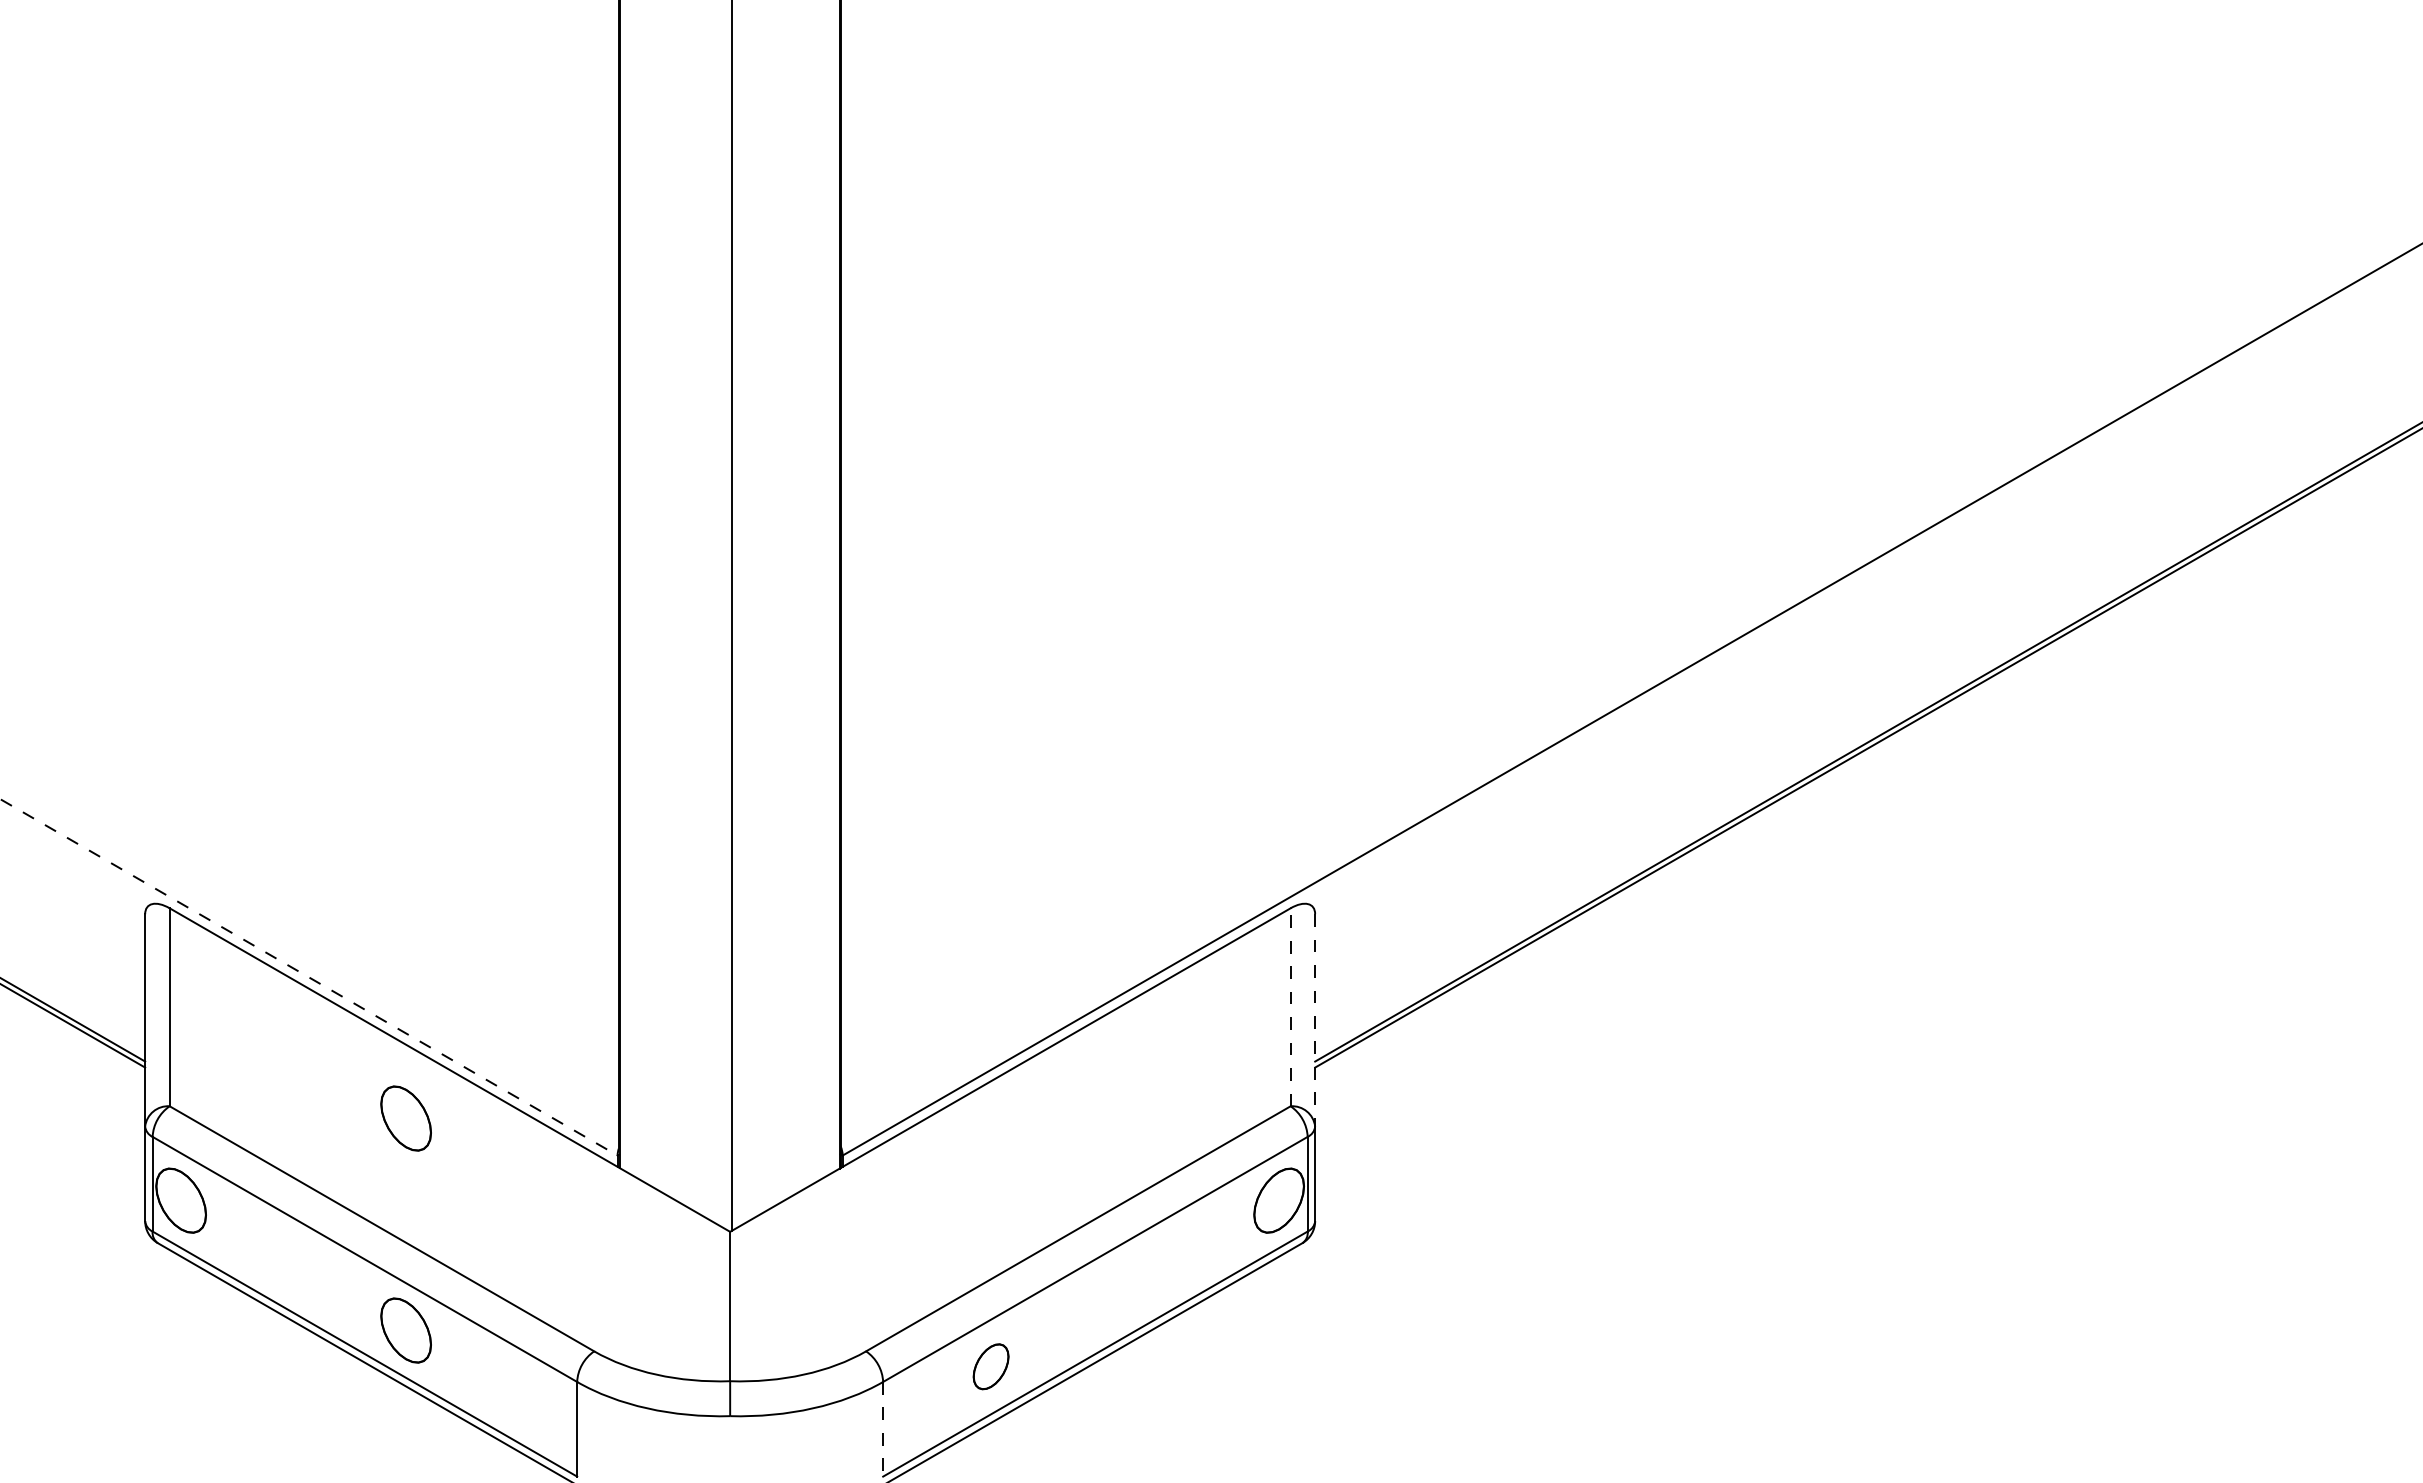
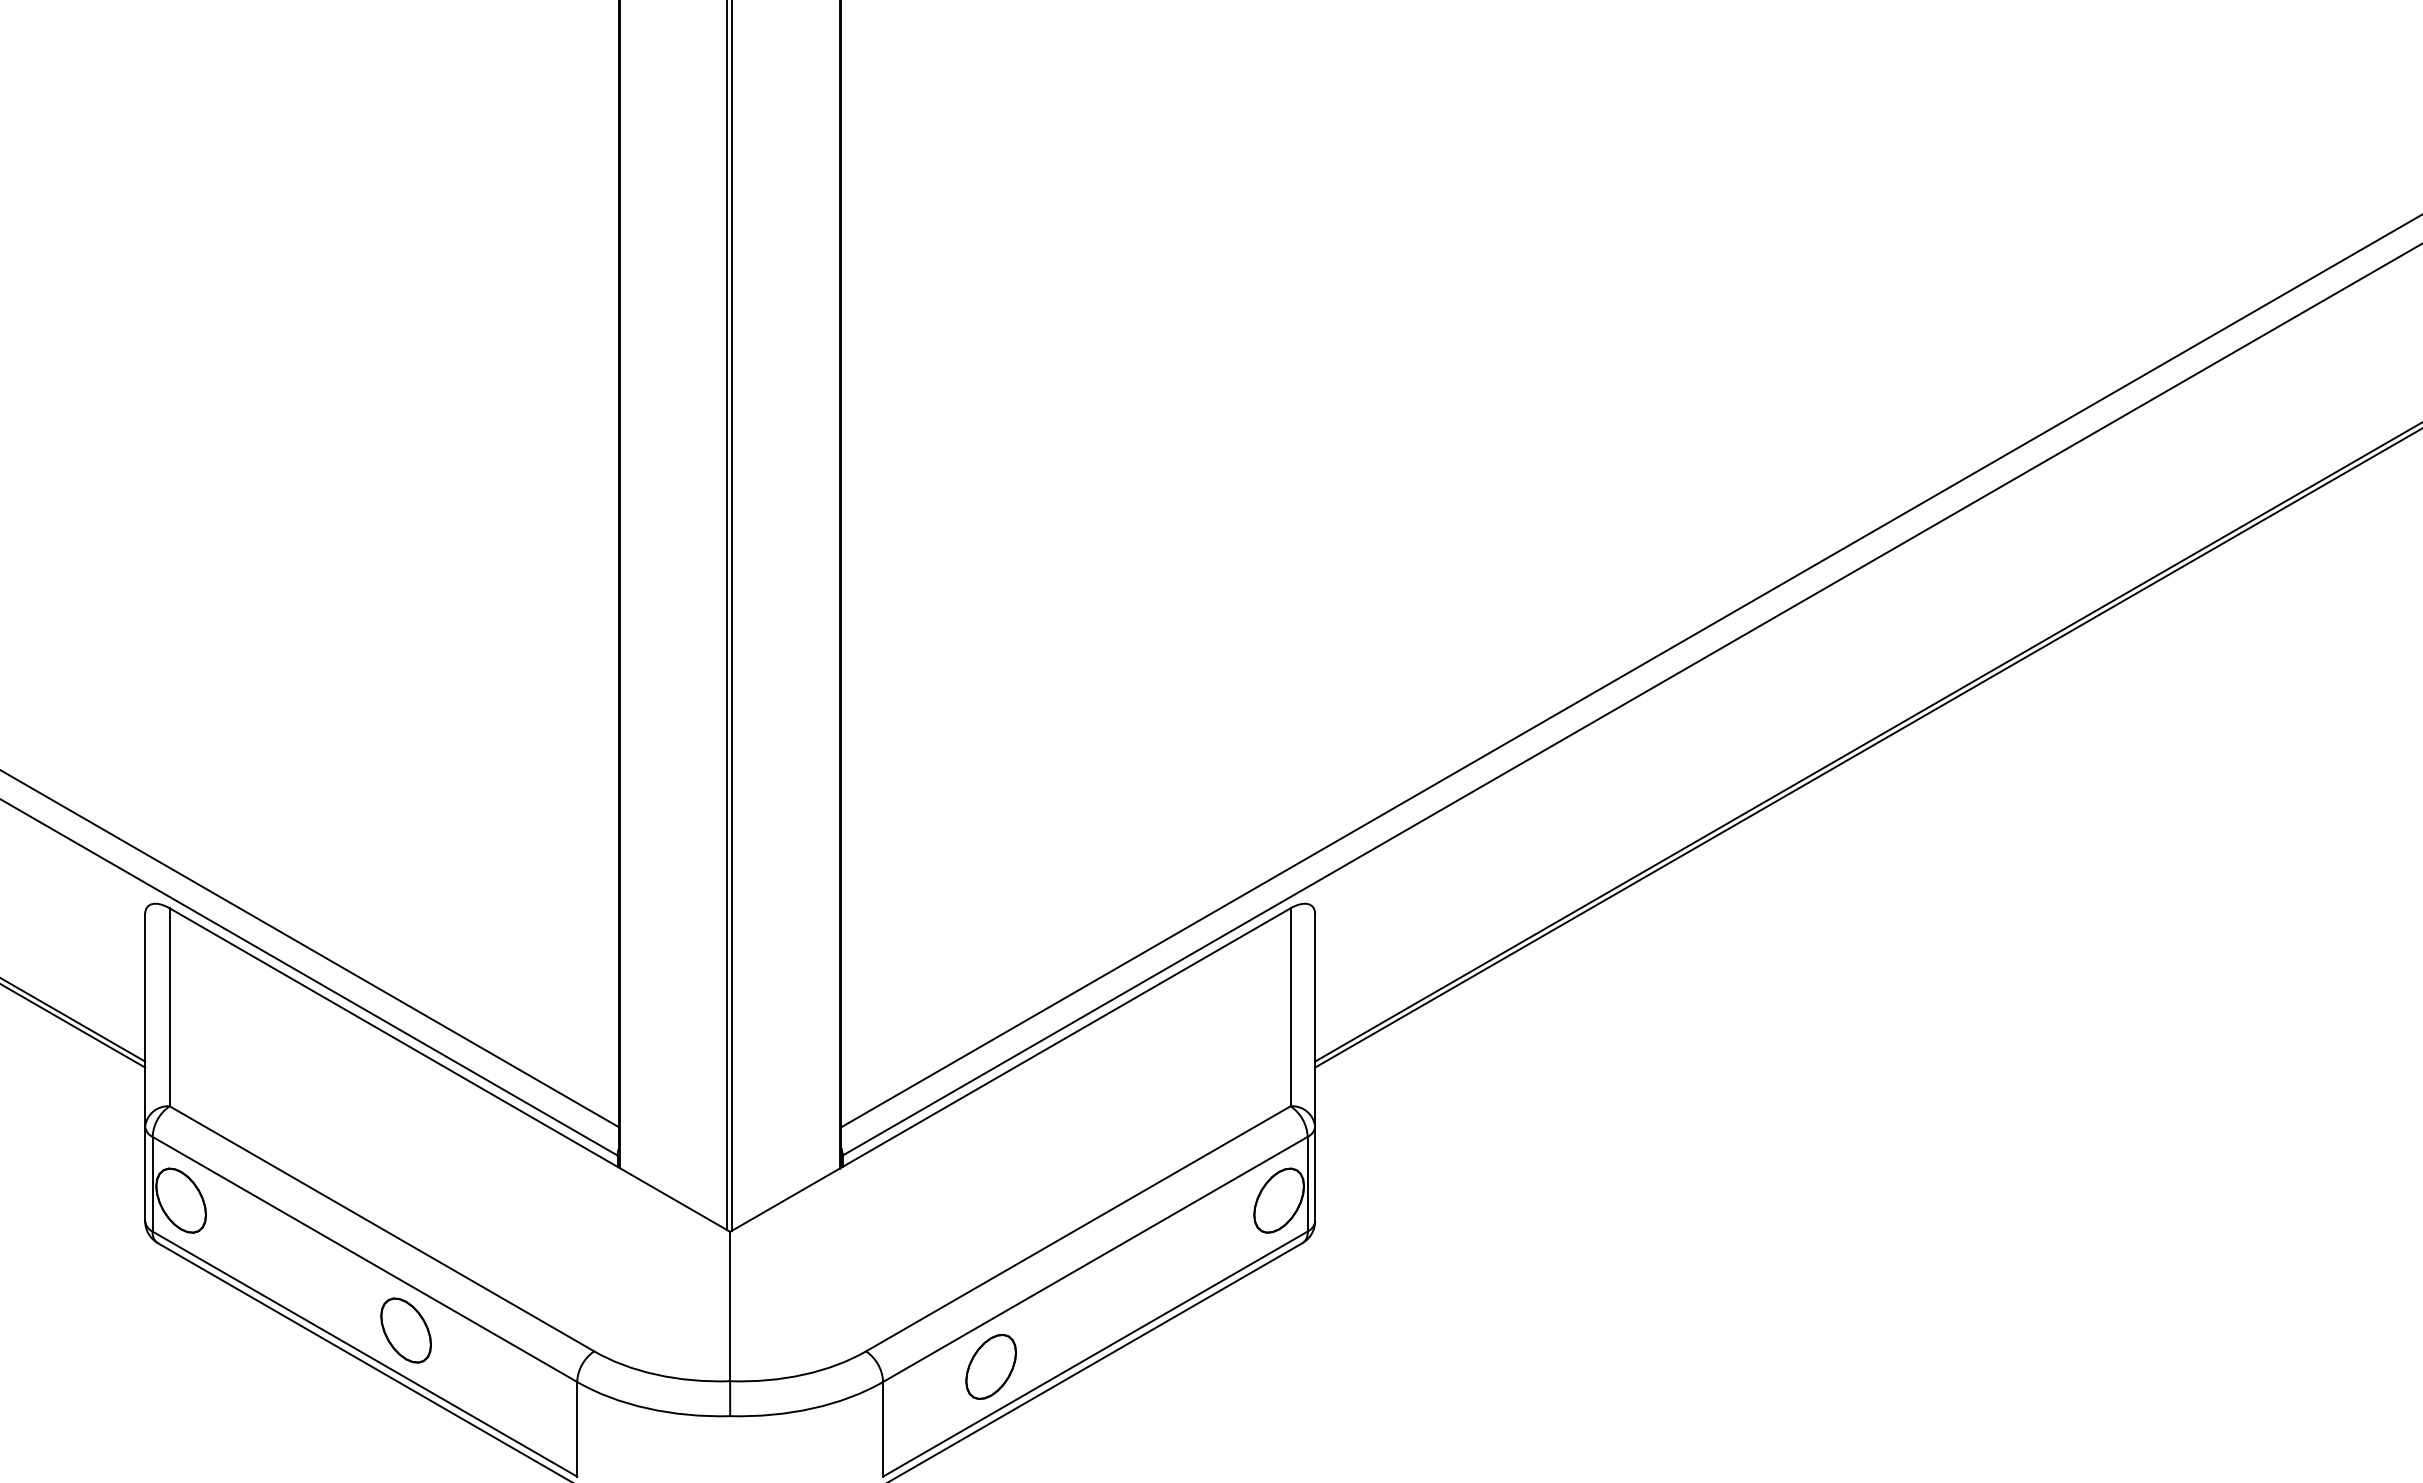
line at (727, 616): none -> present
line at (1629, 671): none -> present
line at (310, 949): none -> present
line at (309, 977): dashed -> solid
line at (1290, 1007): dashed -> solid
line at (1315, 1020): dashed -> solid
part at (405, 1118): present -> none
part at (990, 1366) size: 38x48 px -> 52x67 px
line at (883, 1429): dashed -> solid
